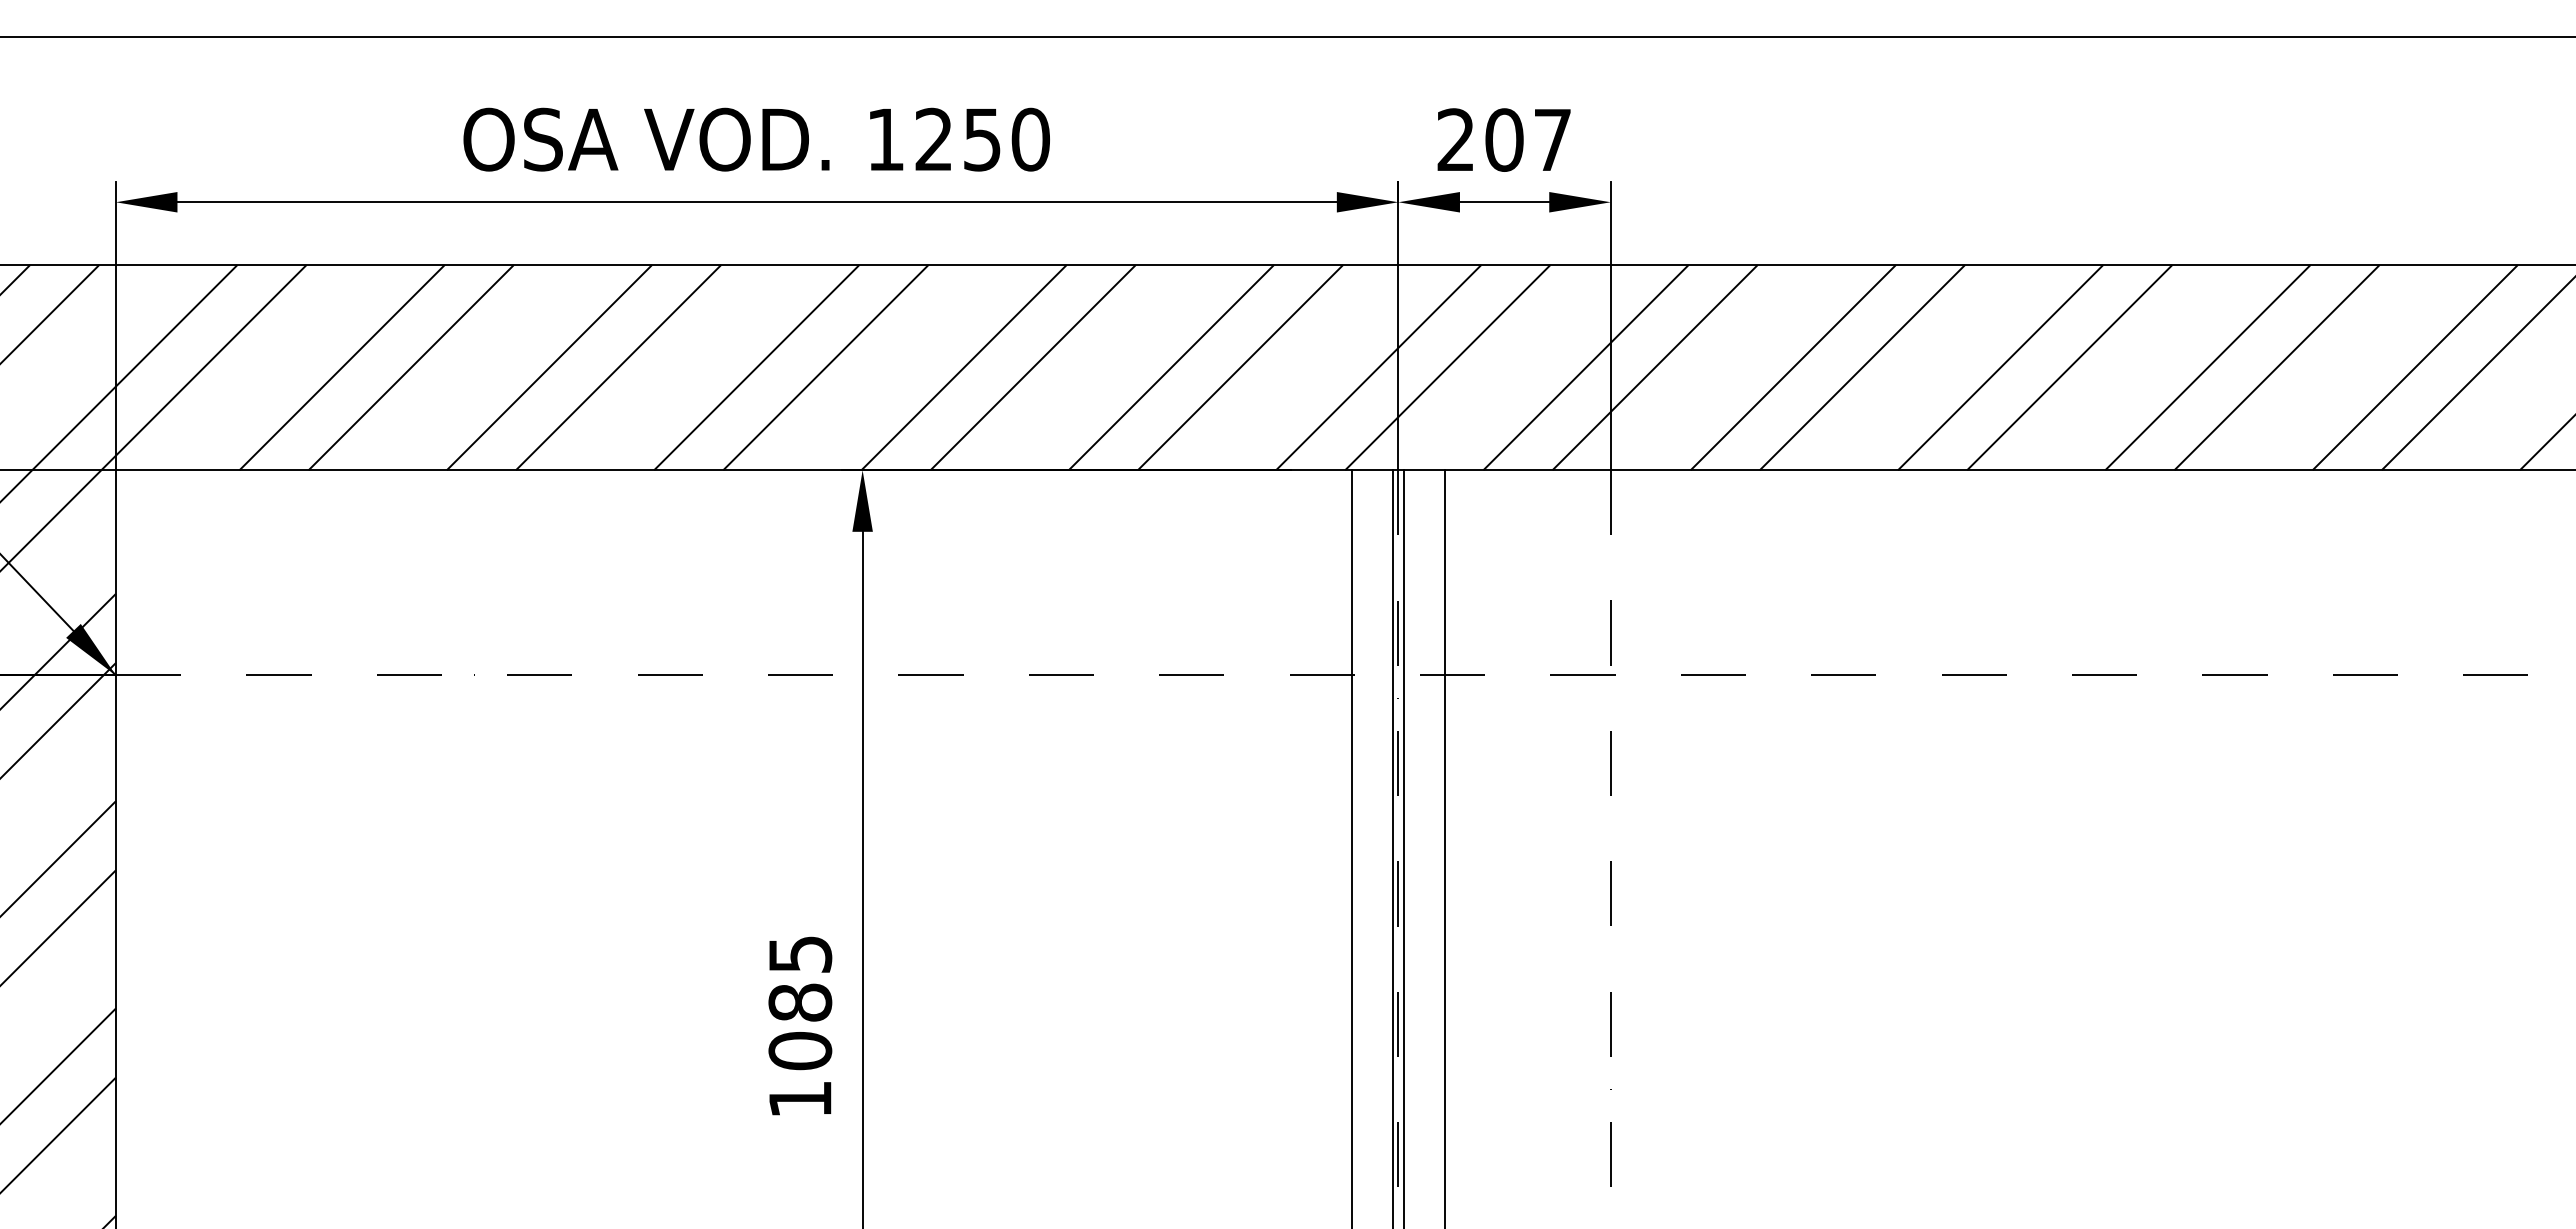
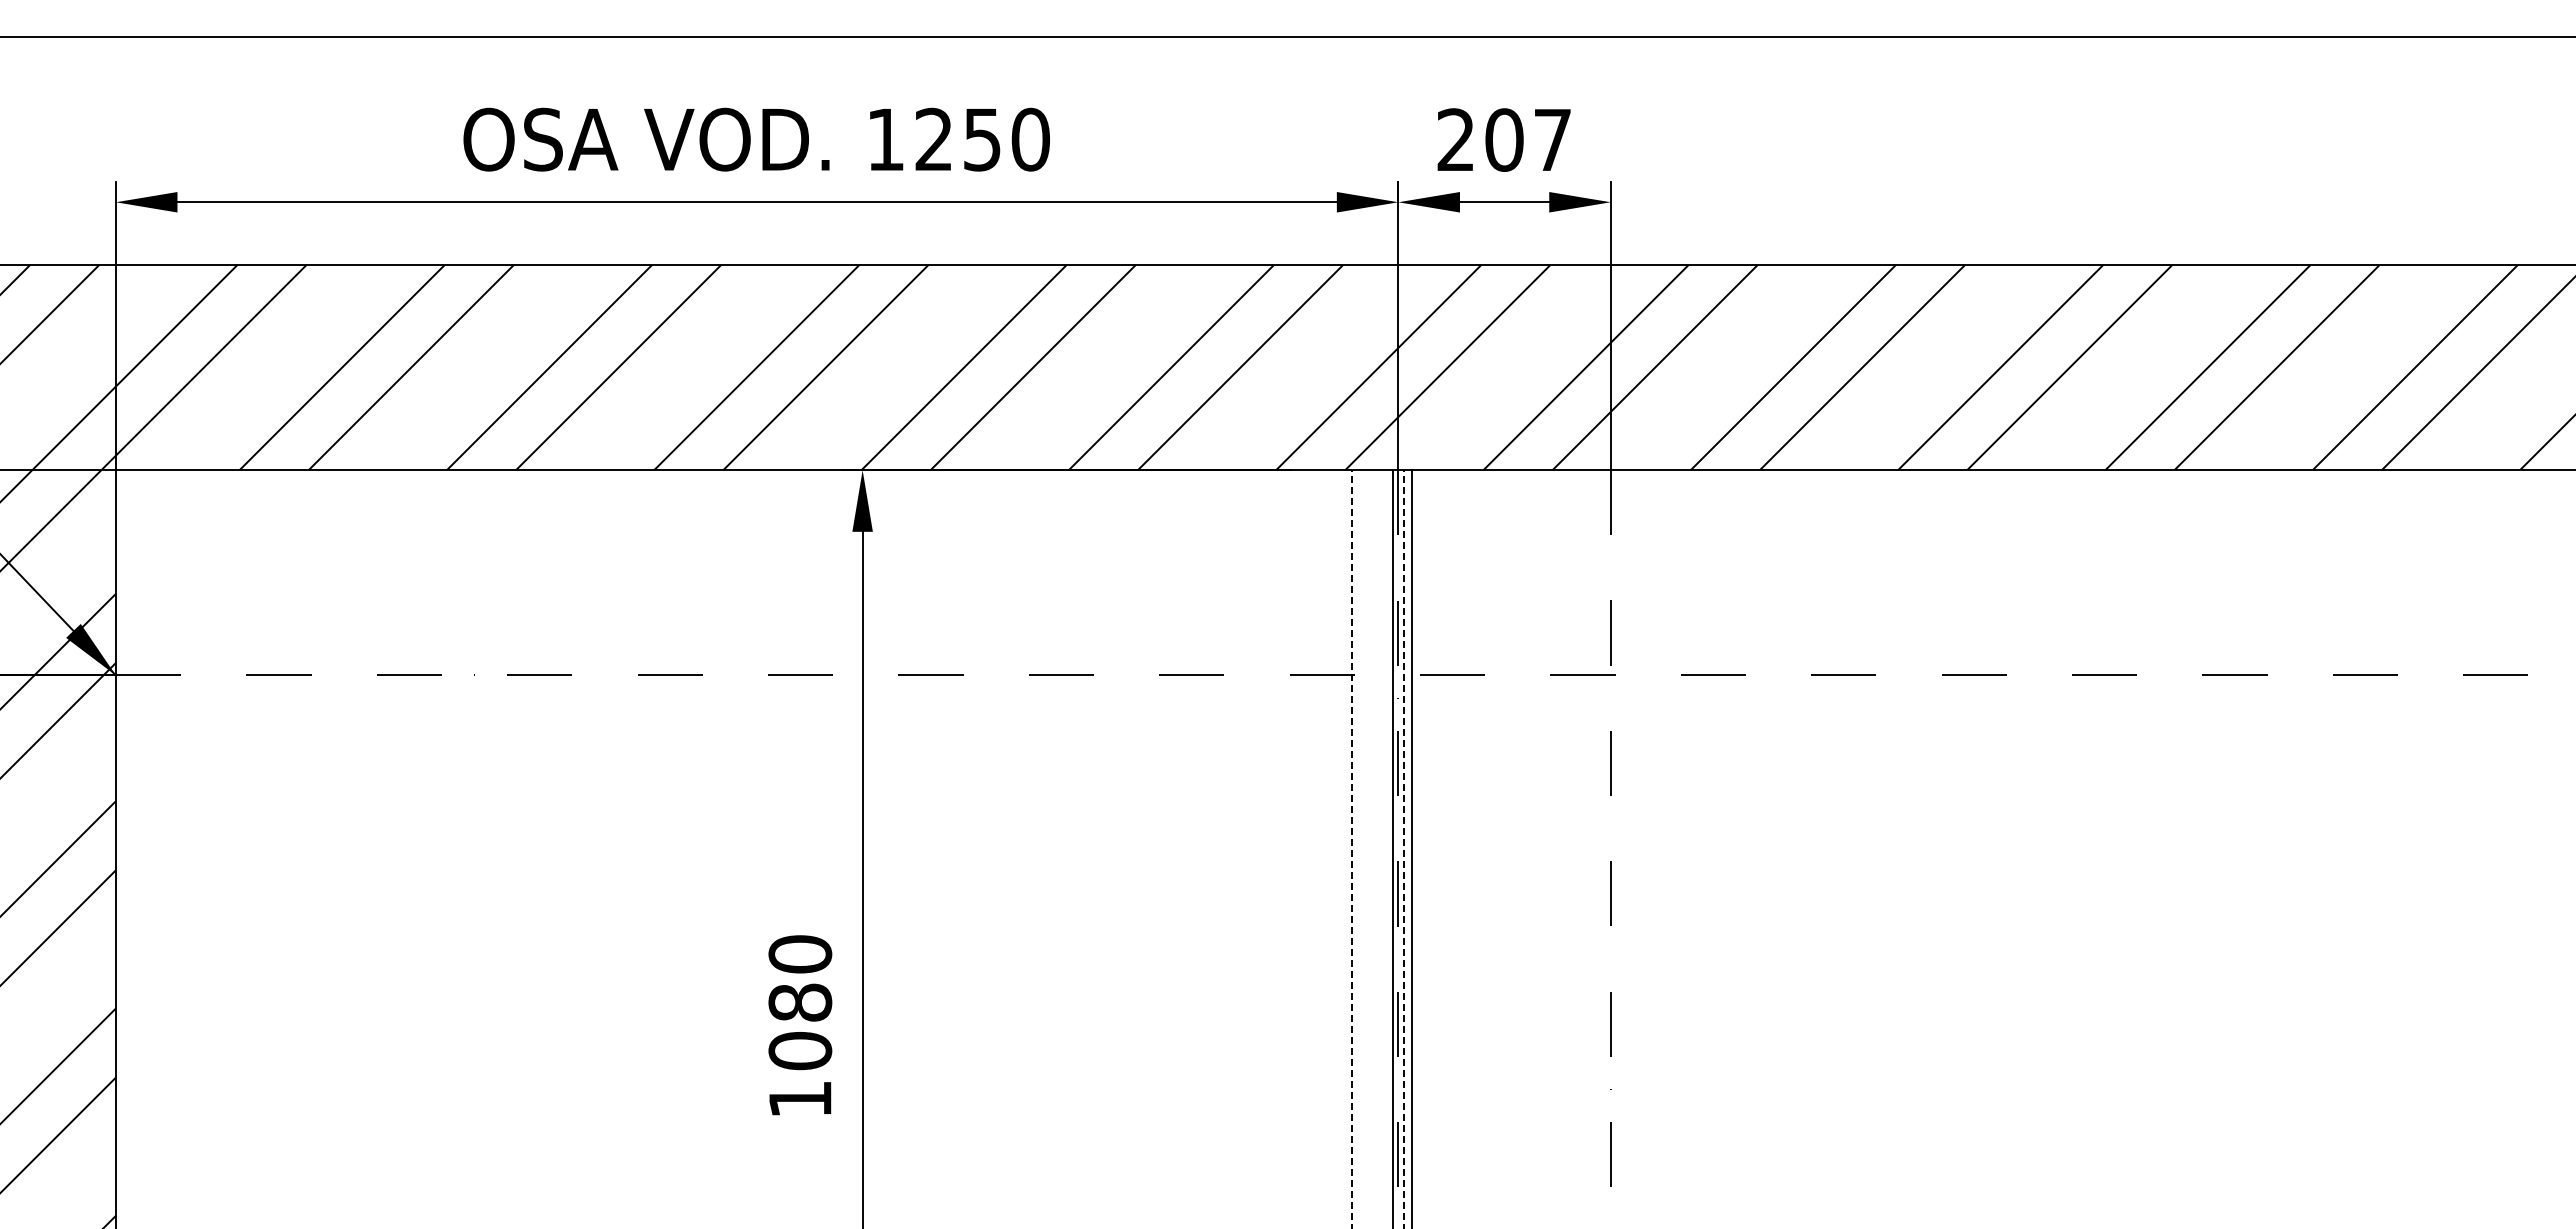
line at (1444, 847) position: (1444, 847) -> (1411, 847)
line at (1352, 849): solid -> dashed
line at (1403, 849): solid -> dashed
text at (800, 954): 1085 -> 1080
